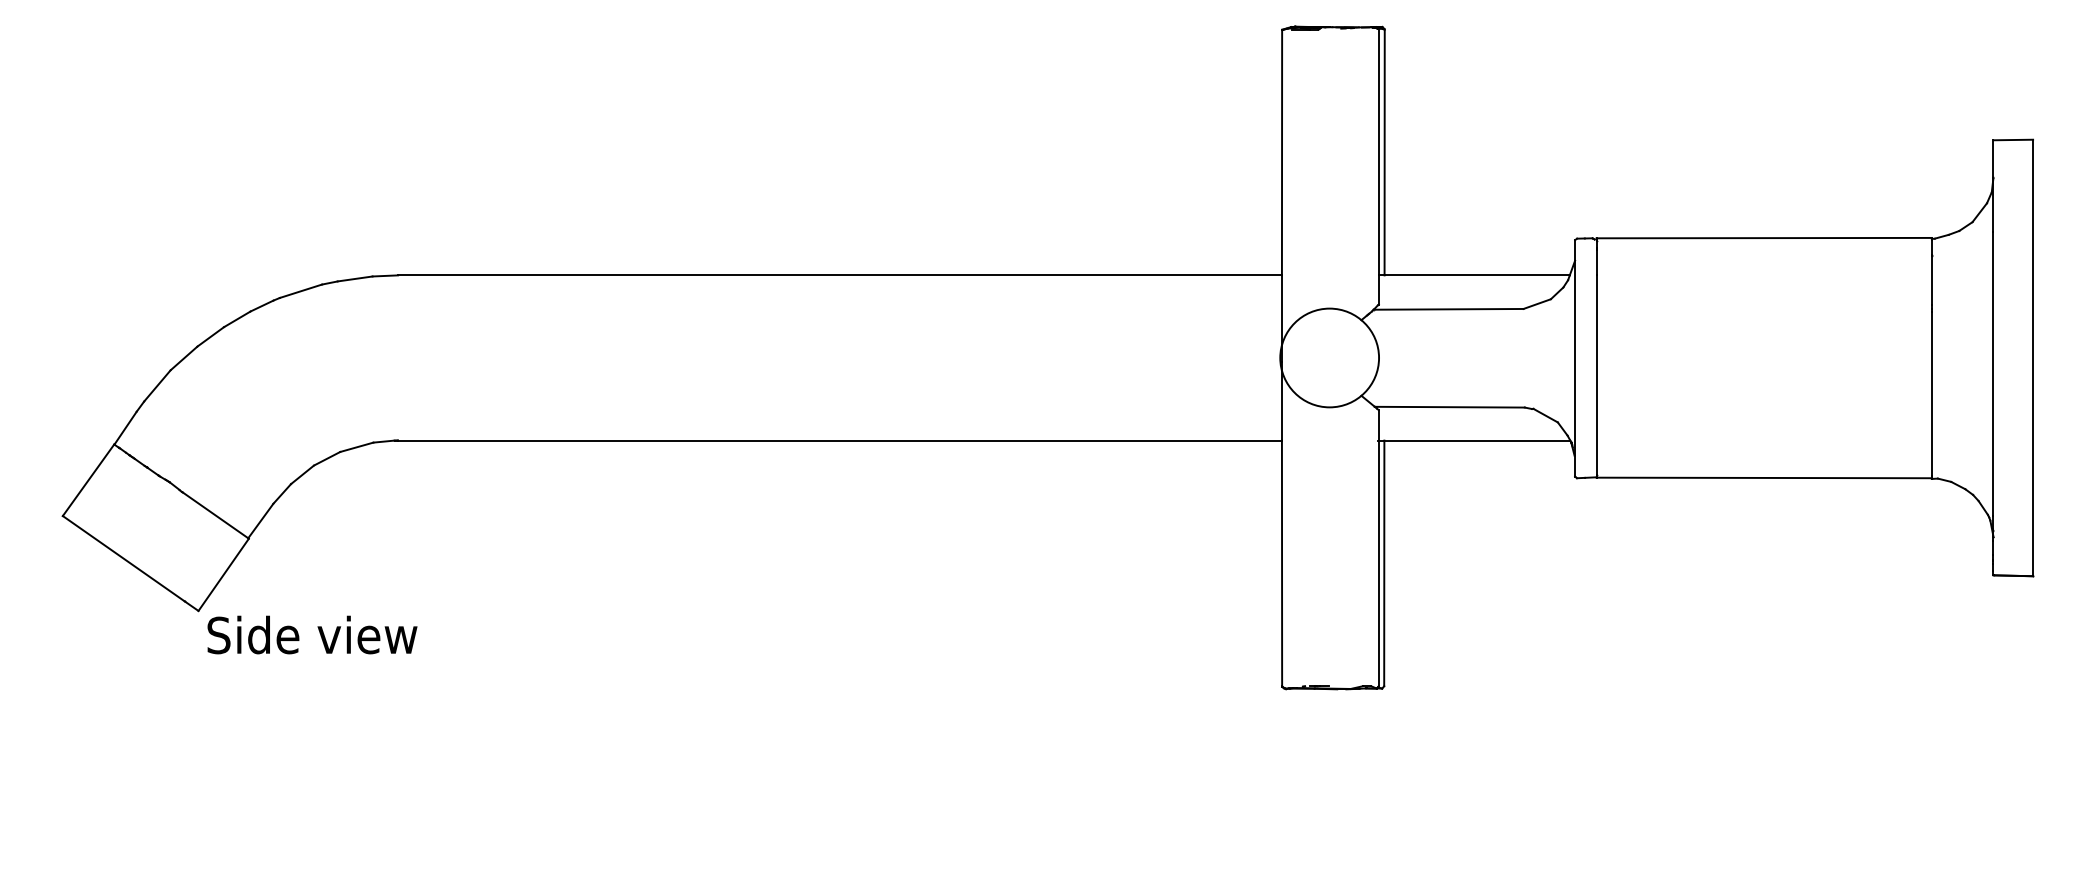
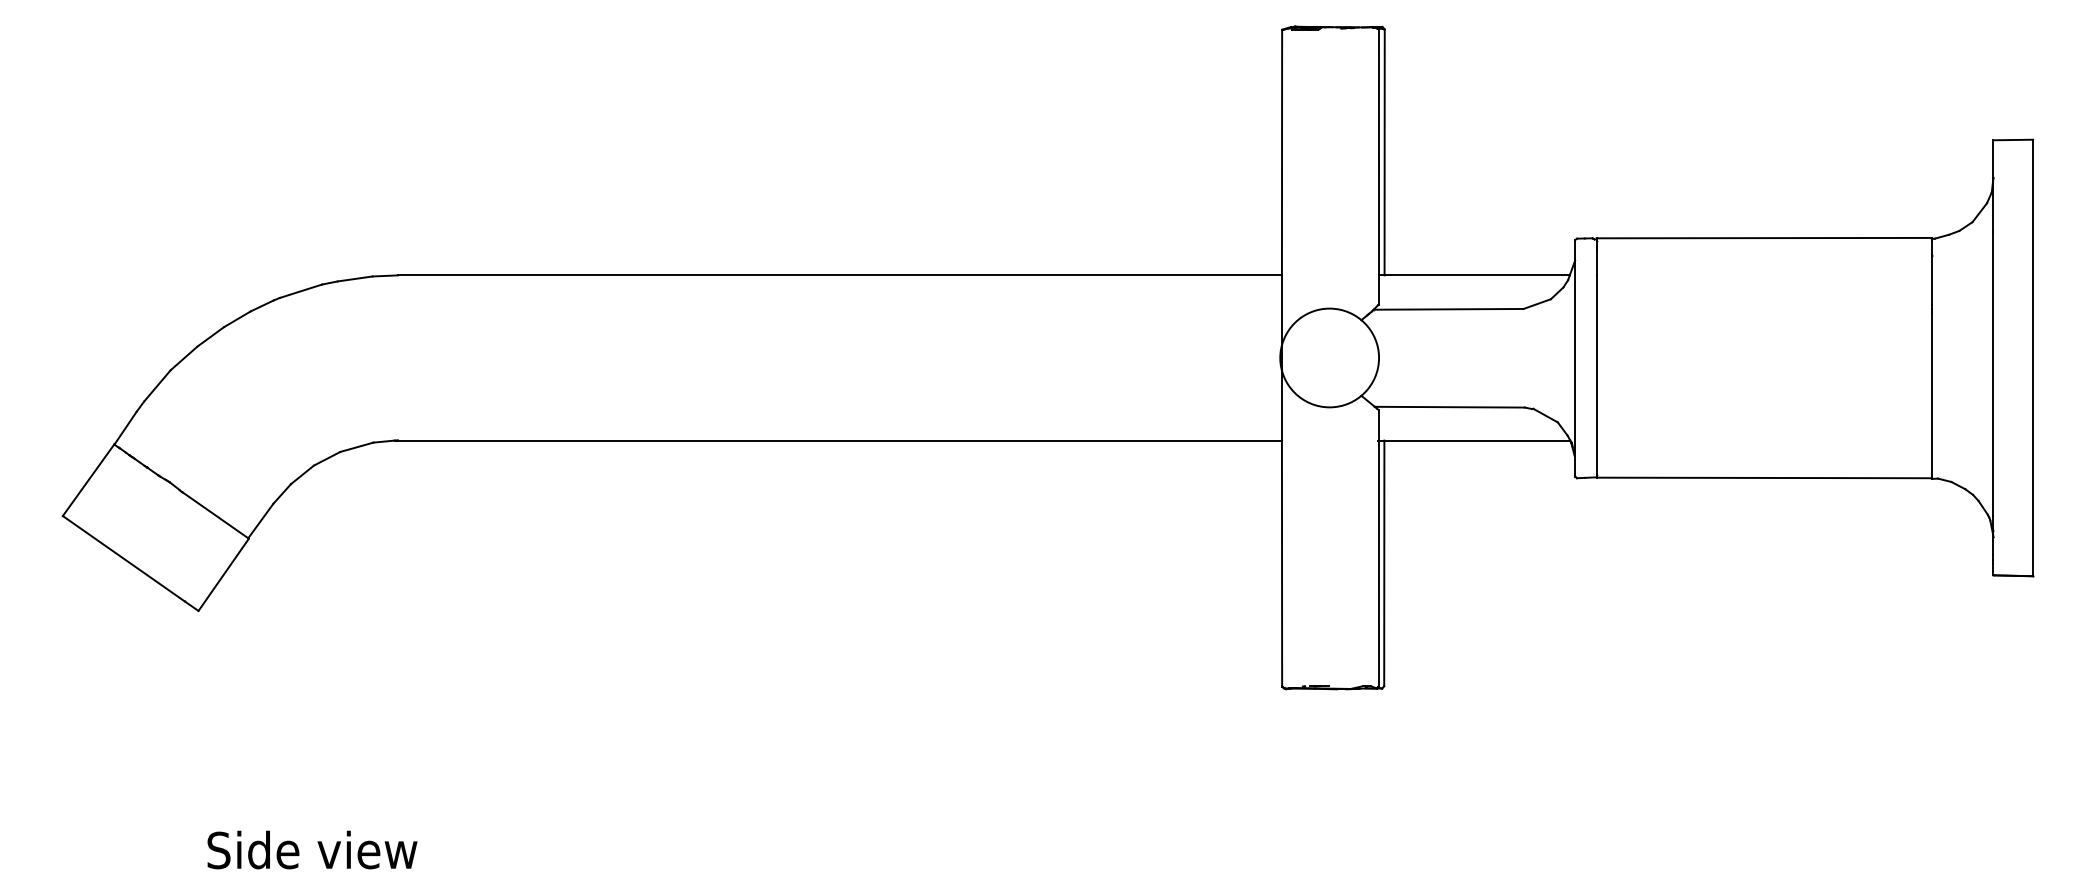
text at (312, 634) position: (312, 634) -> (312, 849)
